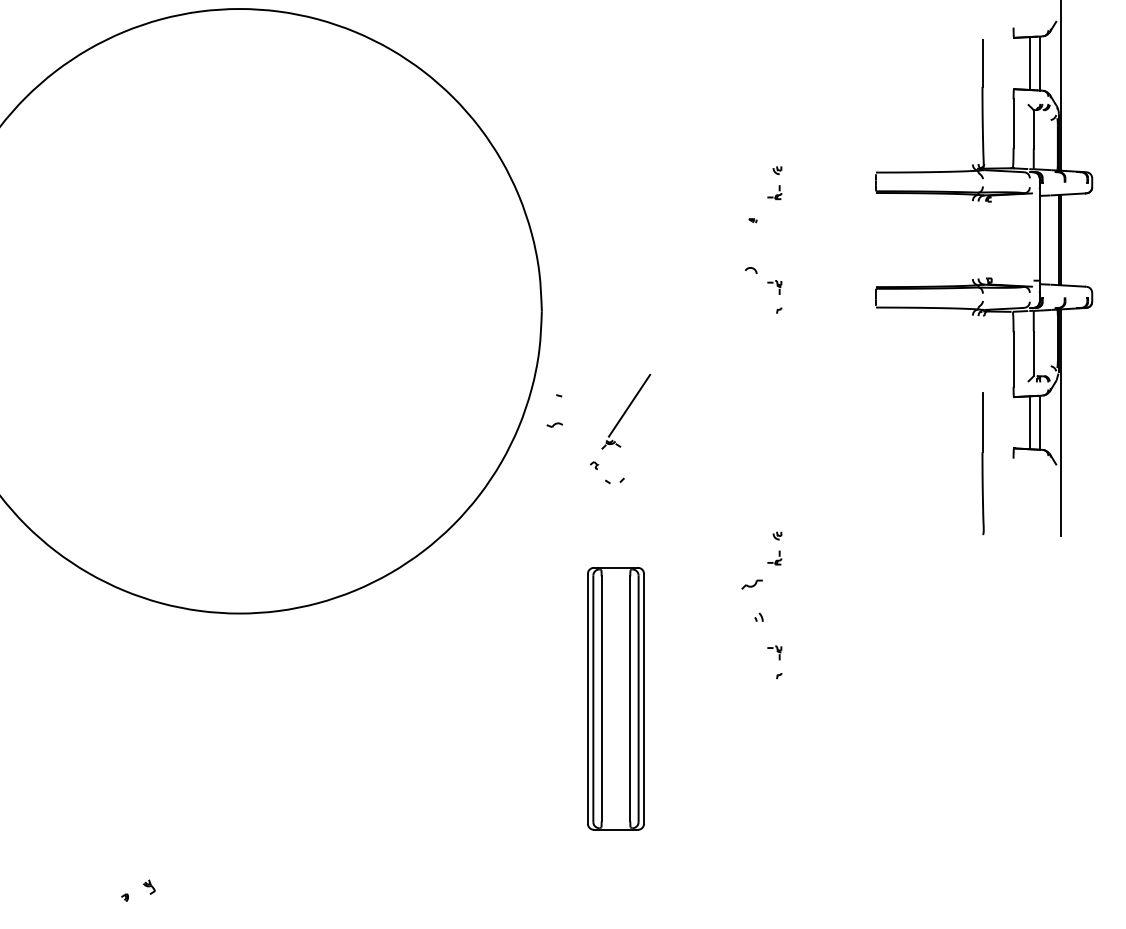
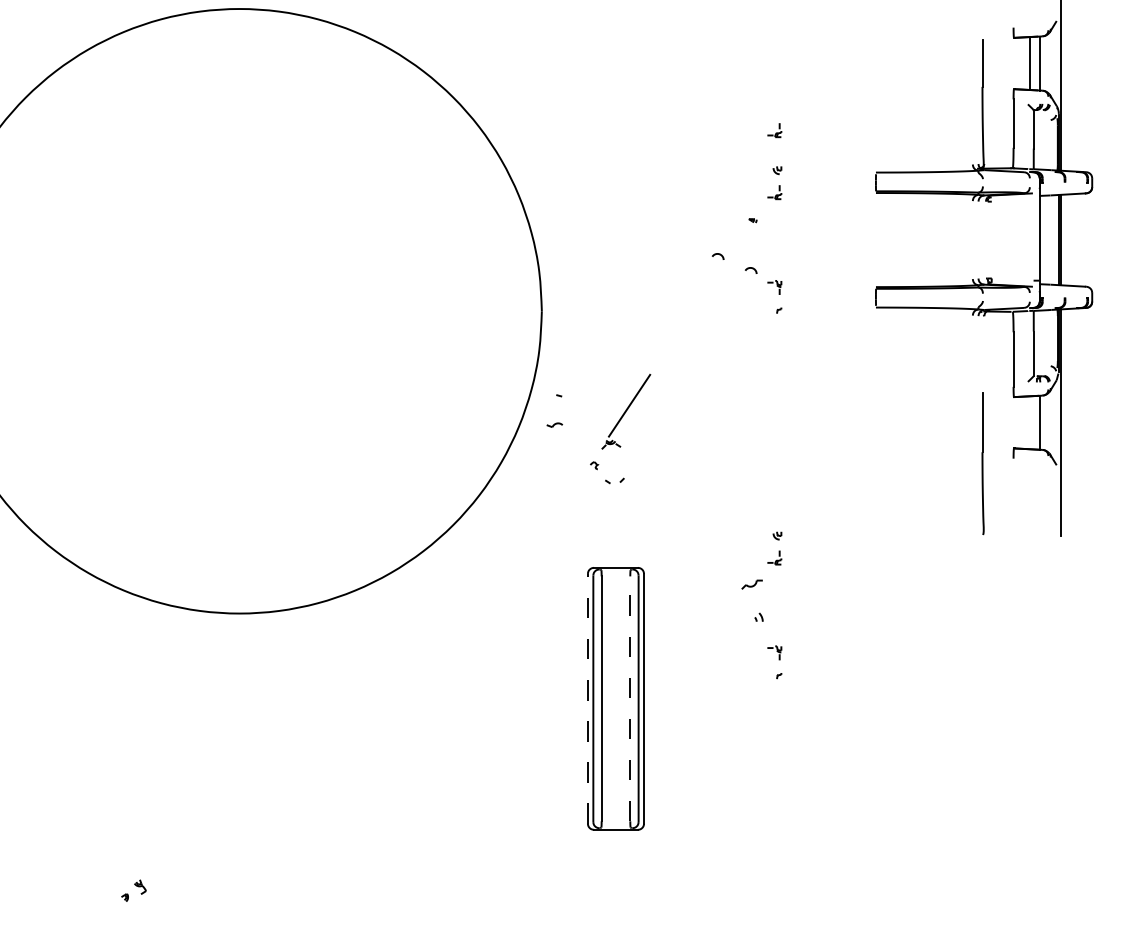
part at (774, 130): none -> present
curve at (717, 254): none -> present
line at (1029, 422): present -> none
line at (587, 698): solid -> dashed
line at (630, 698): solid -> dashed
part at (149, 886) position: (149, 886) -> (140, 886)
